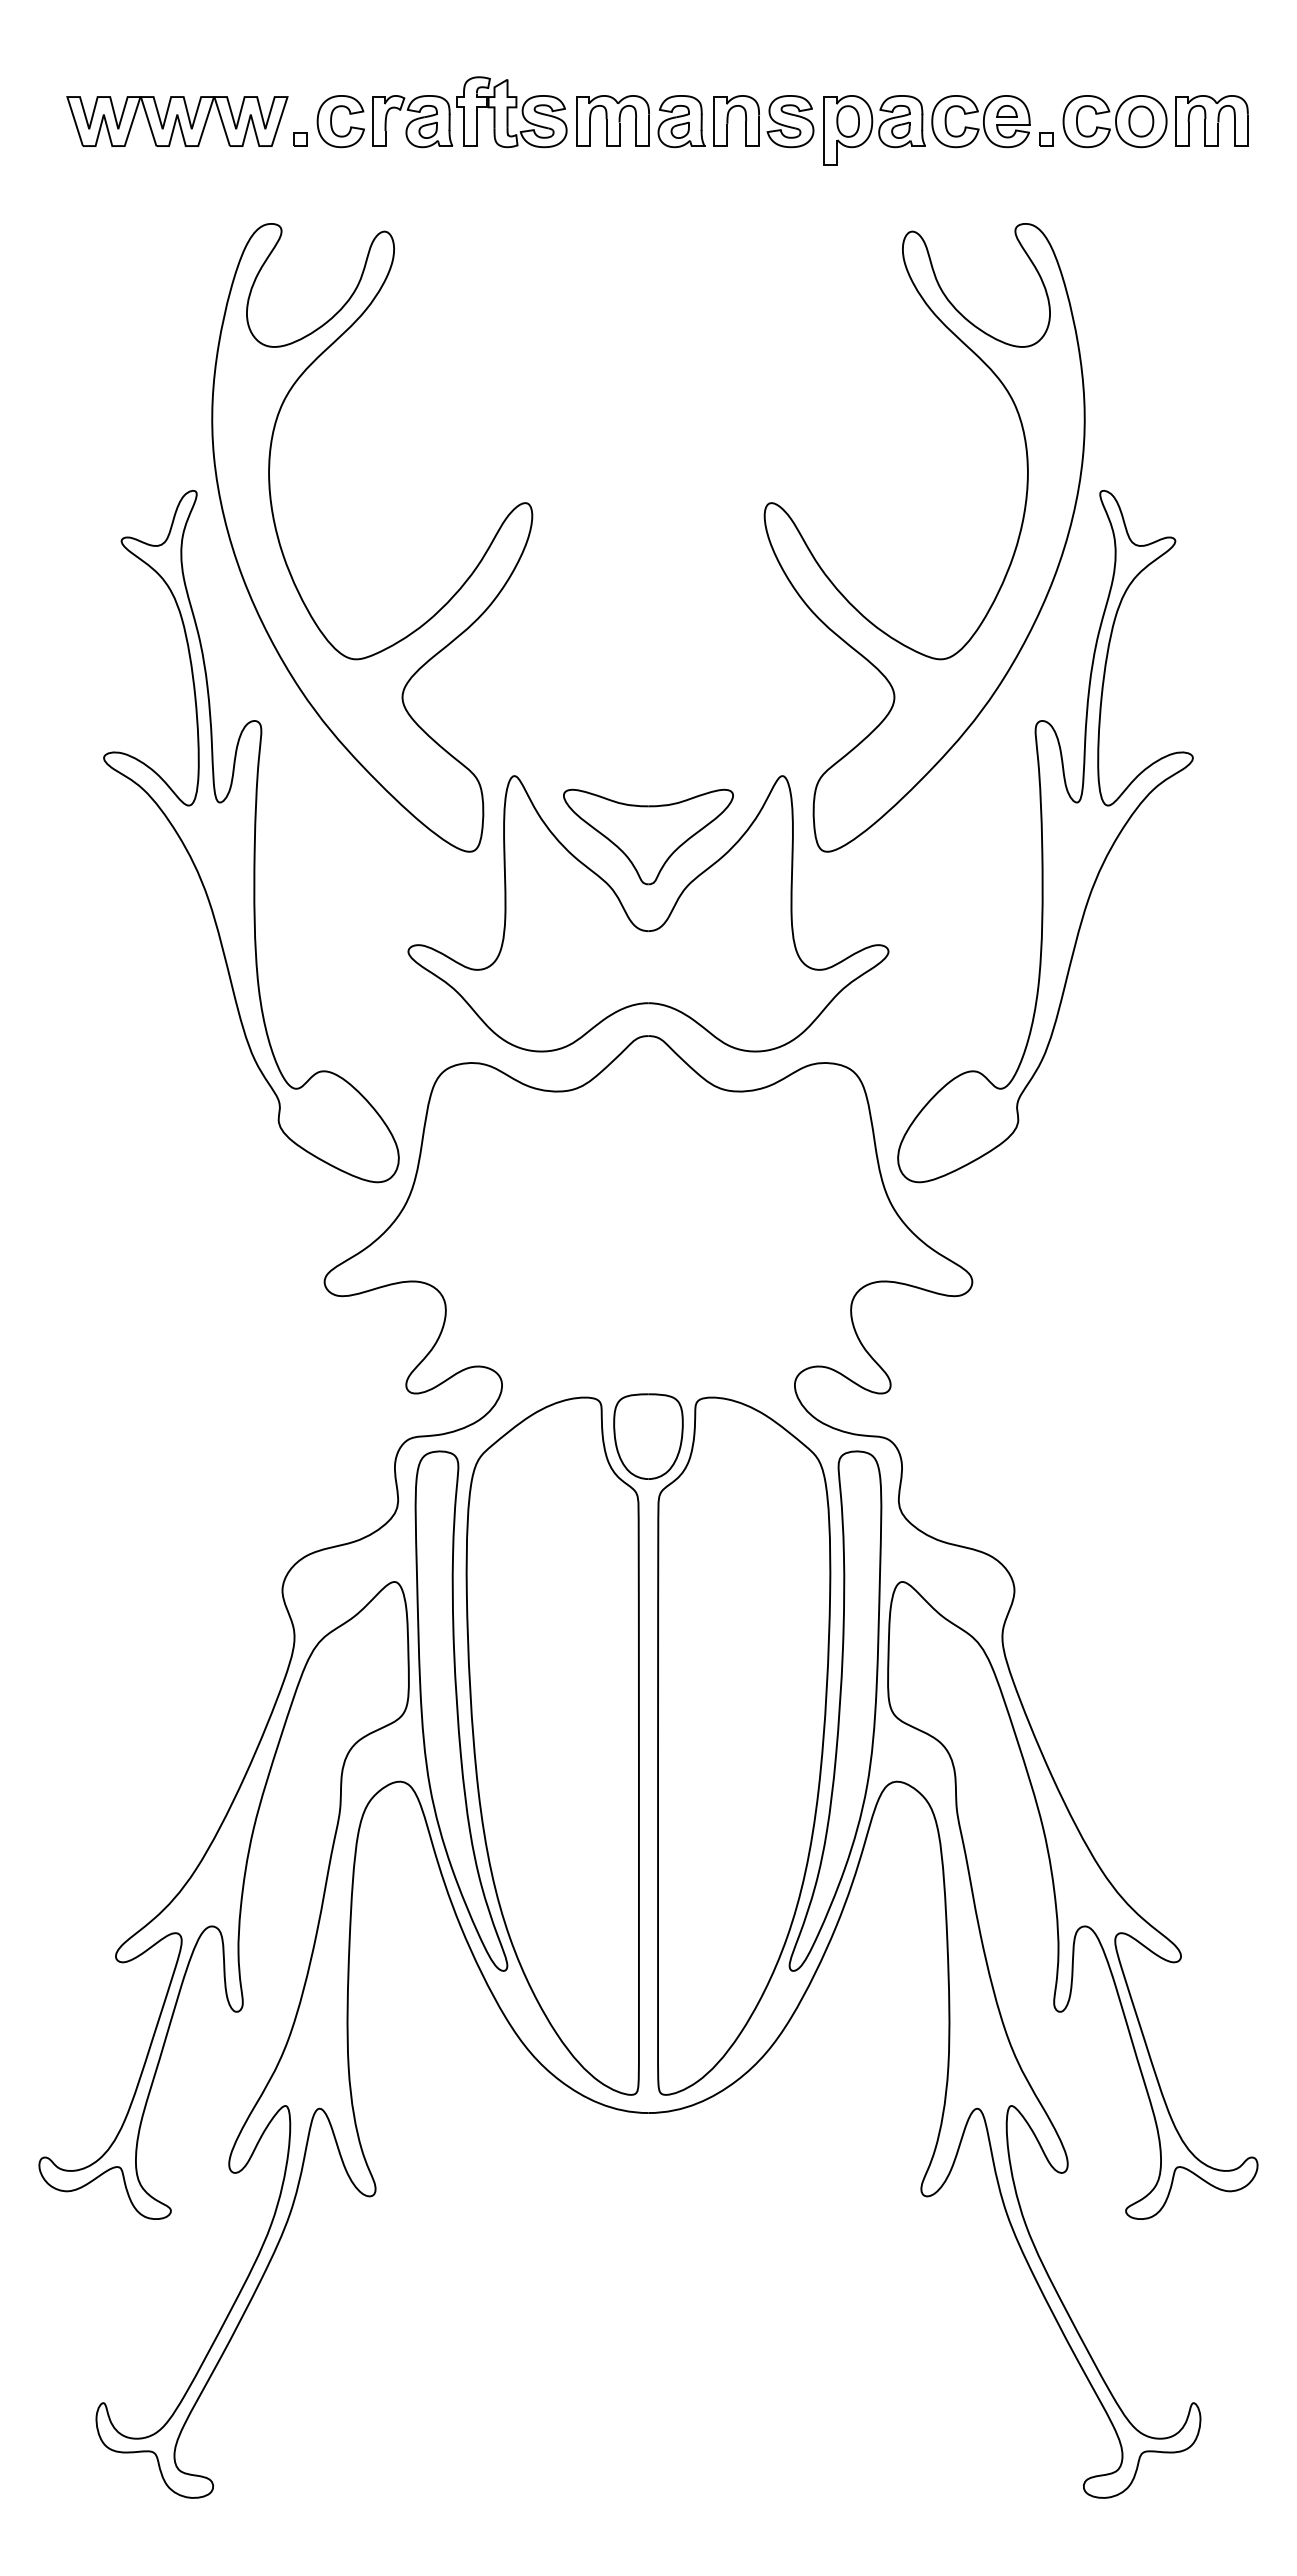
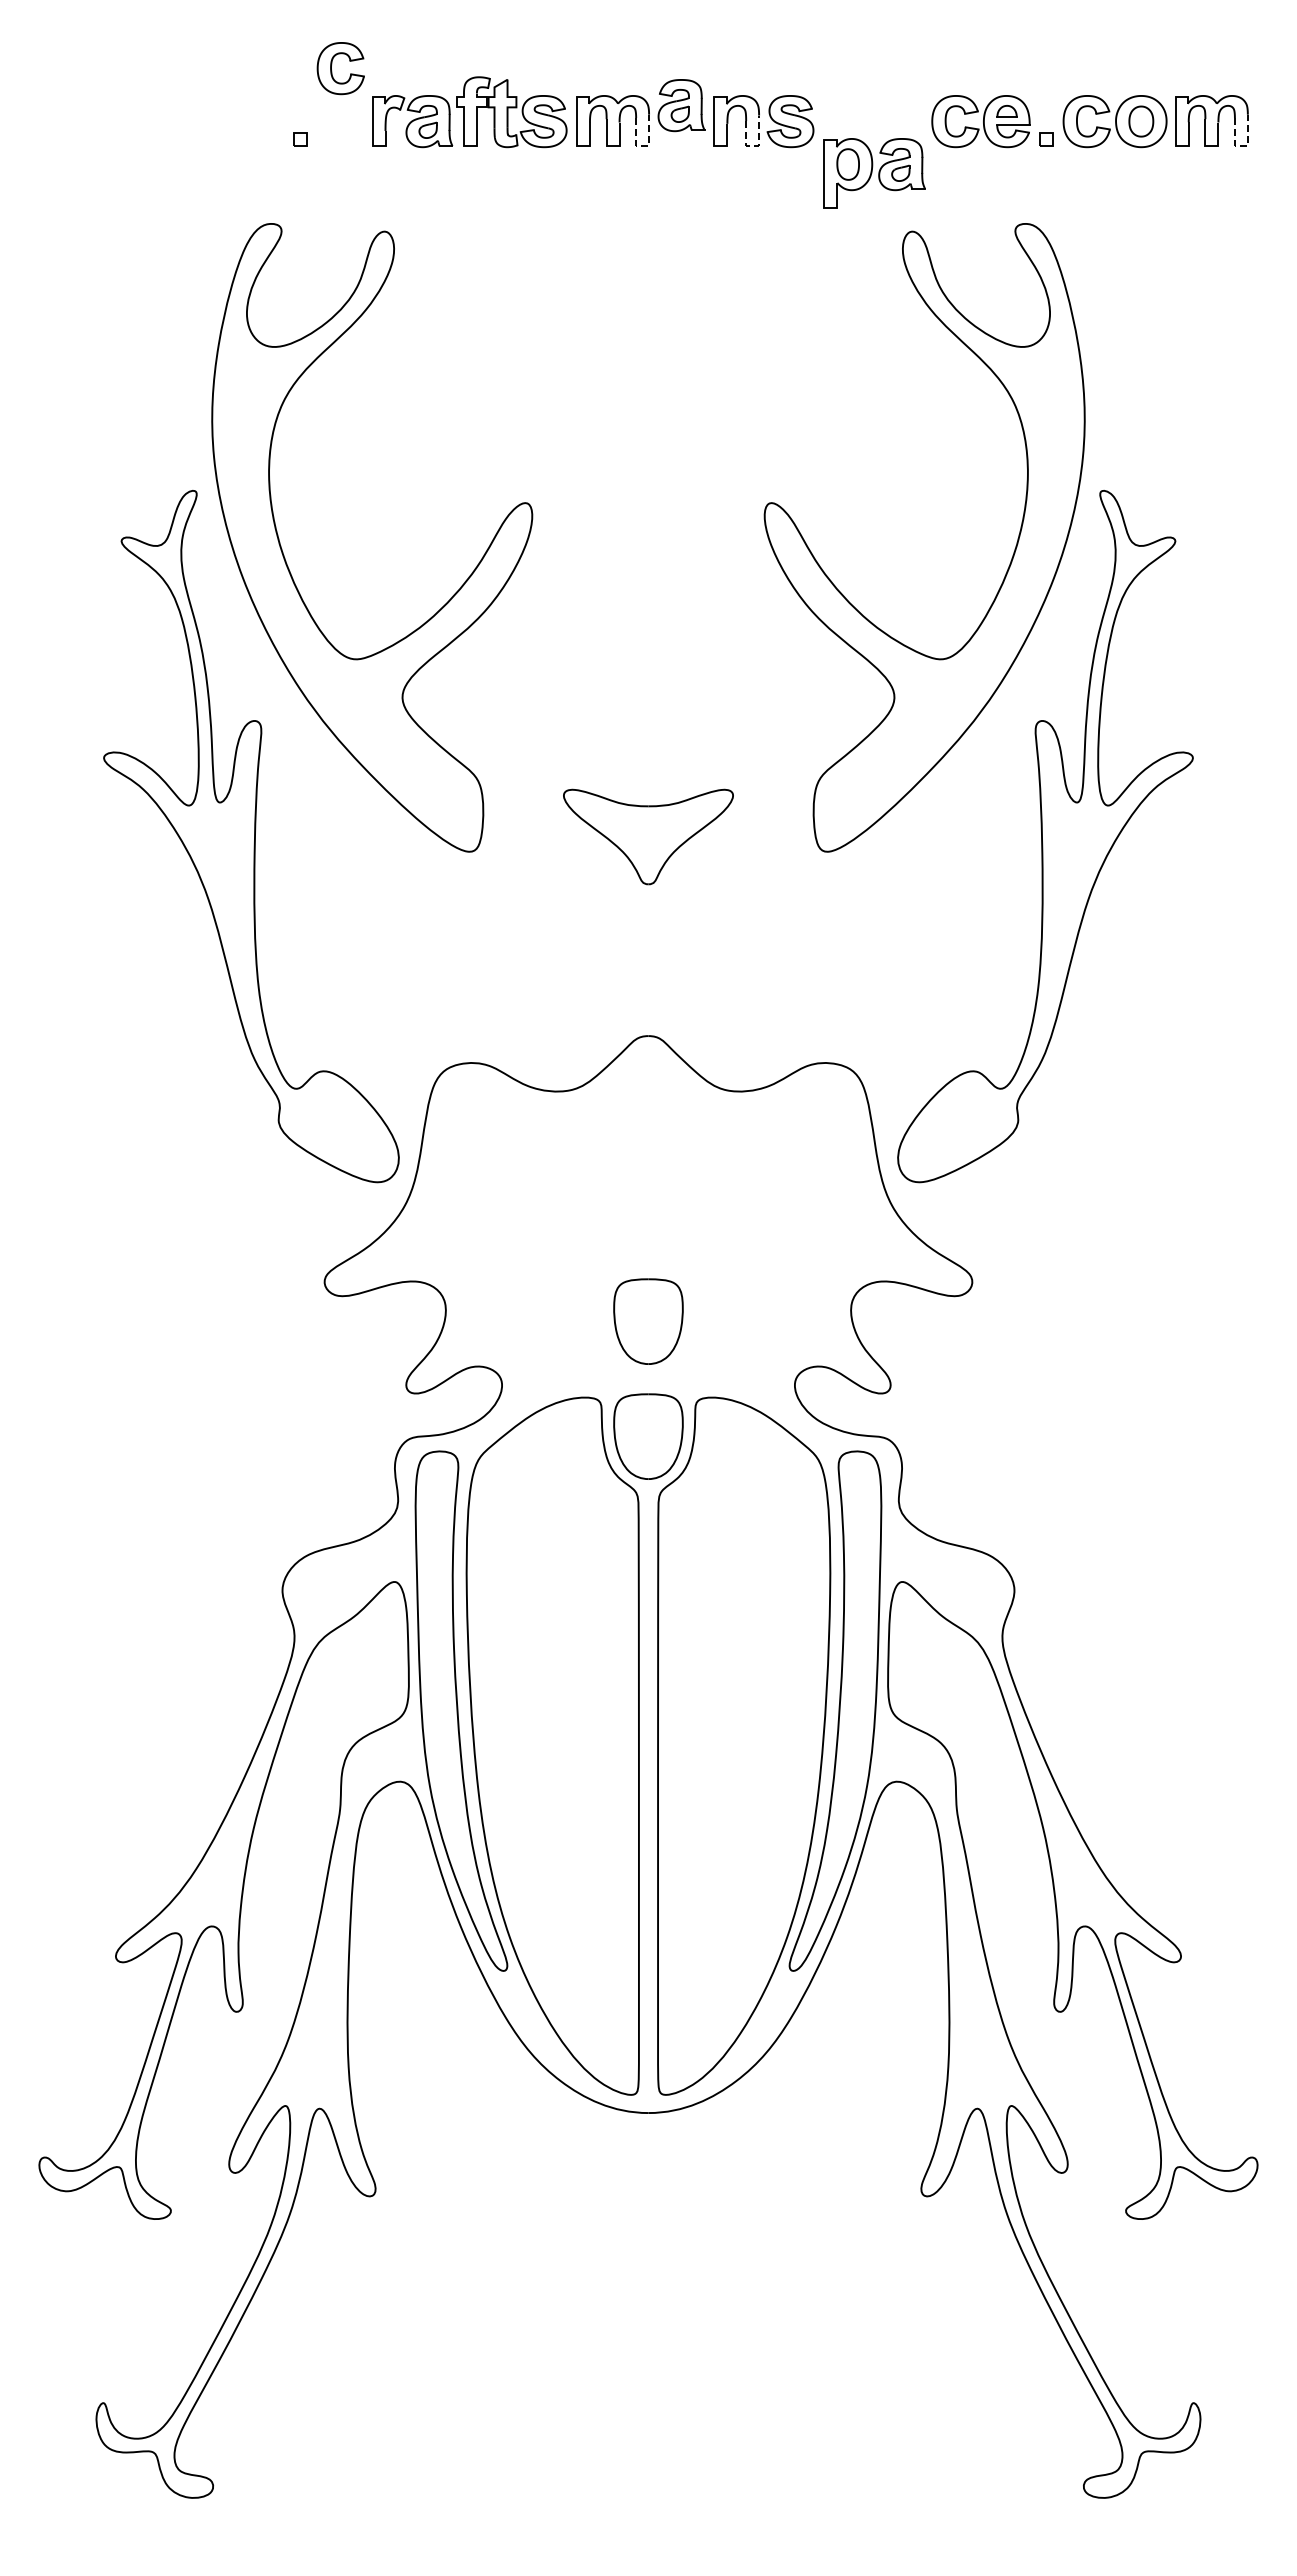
part at (177, 121): present -> none
part at (681, 121) position: (681, 121) -> (681, 105)
part at (332, 124) position: (332, 124) -> (332, 71)
part at (874, 130) position: (874, 130) -> (874, 173)
line at (644, 146): solid -> dashed
line at (755, 146): solid -> dashed
line at (1242, 146): solid -> dashed
part at (644, 929): present -> none
part at (648, 1321): none -> present
